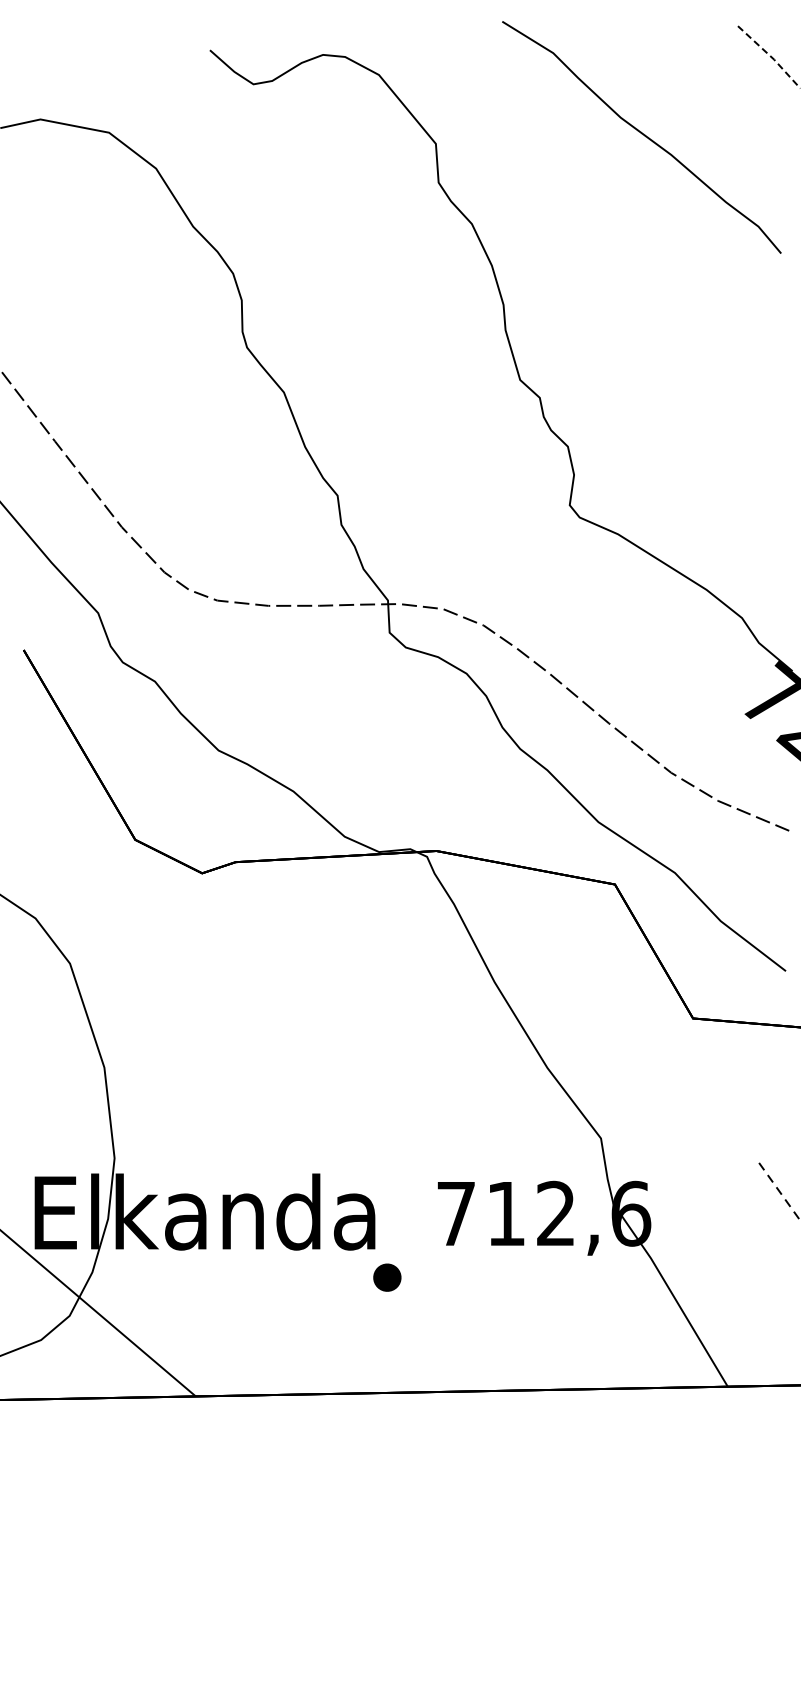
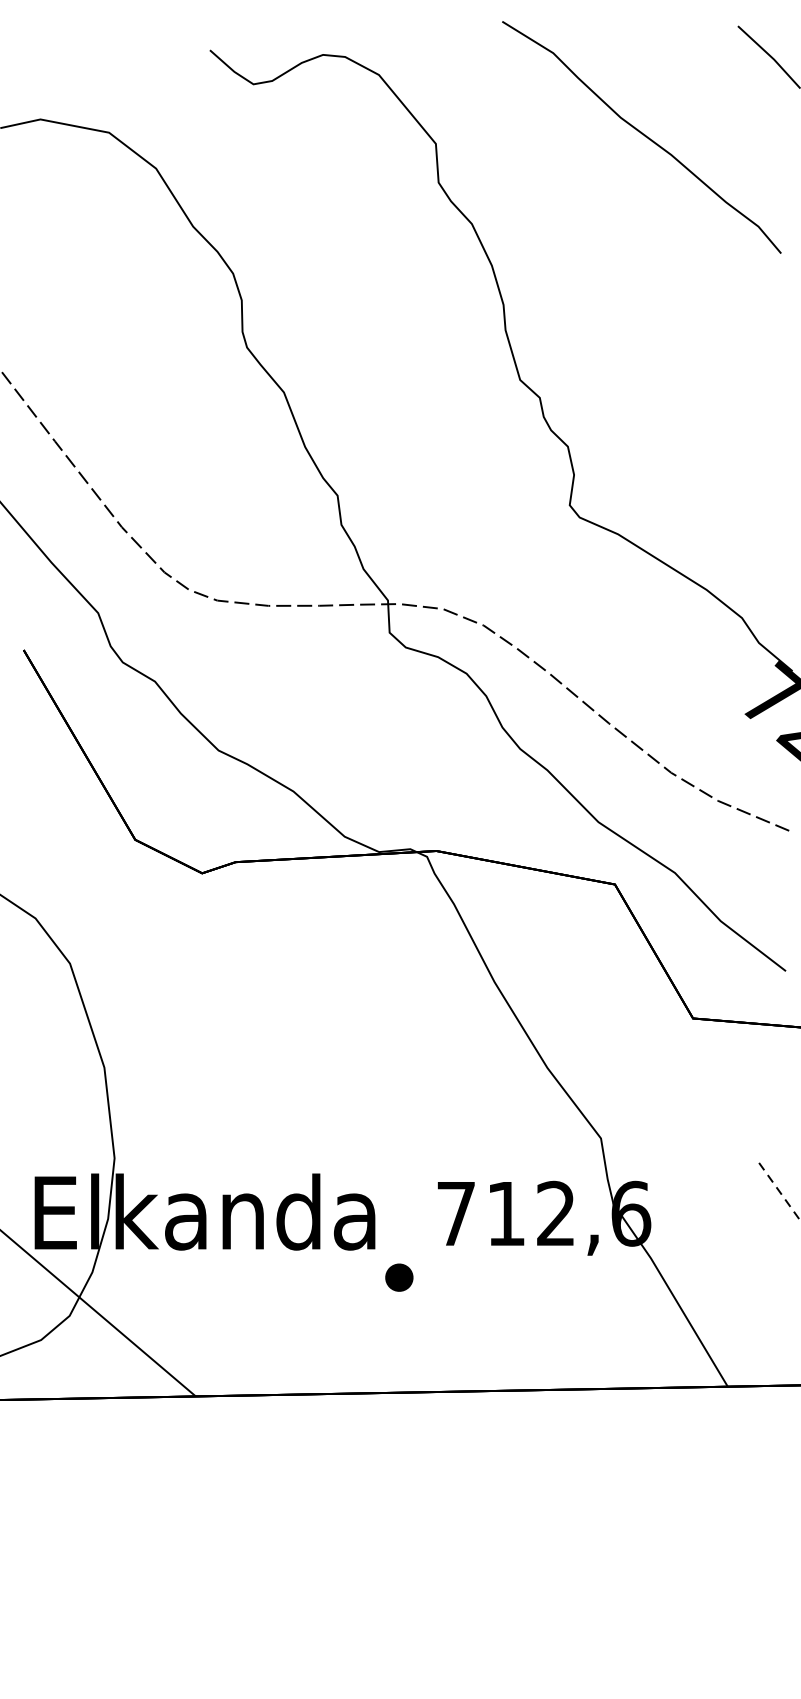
line at (771, 56): dashed -> solid
part at (387, 1277) position: (387, 1277) -> (399, 1277)
